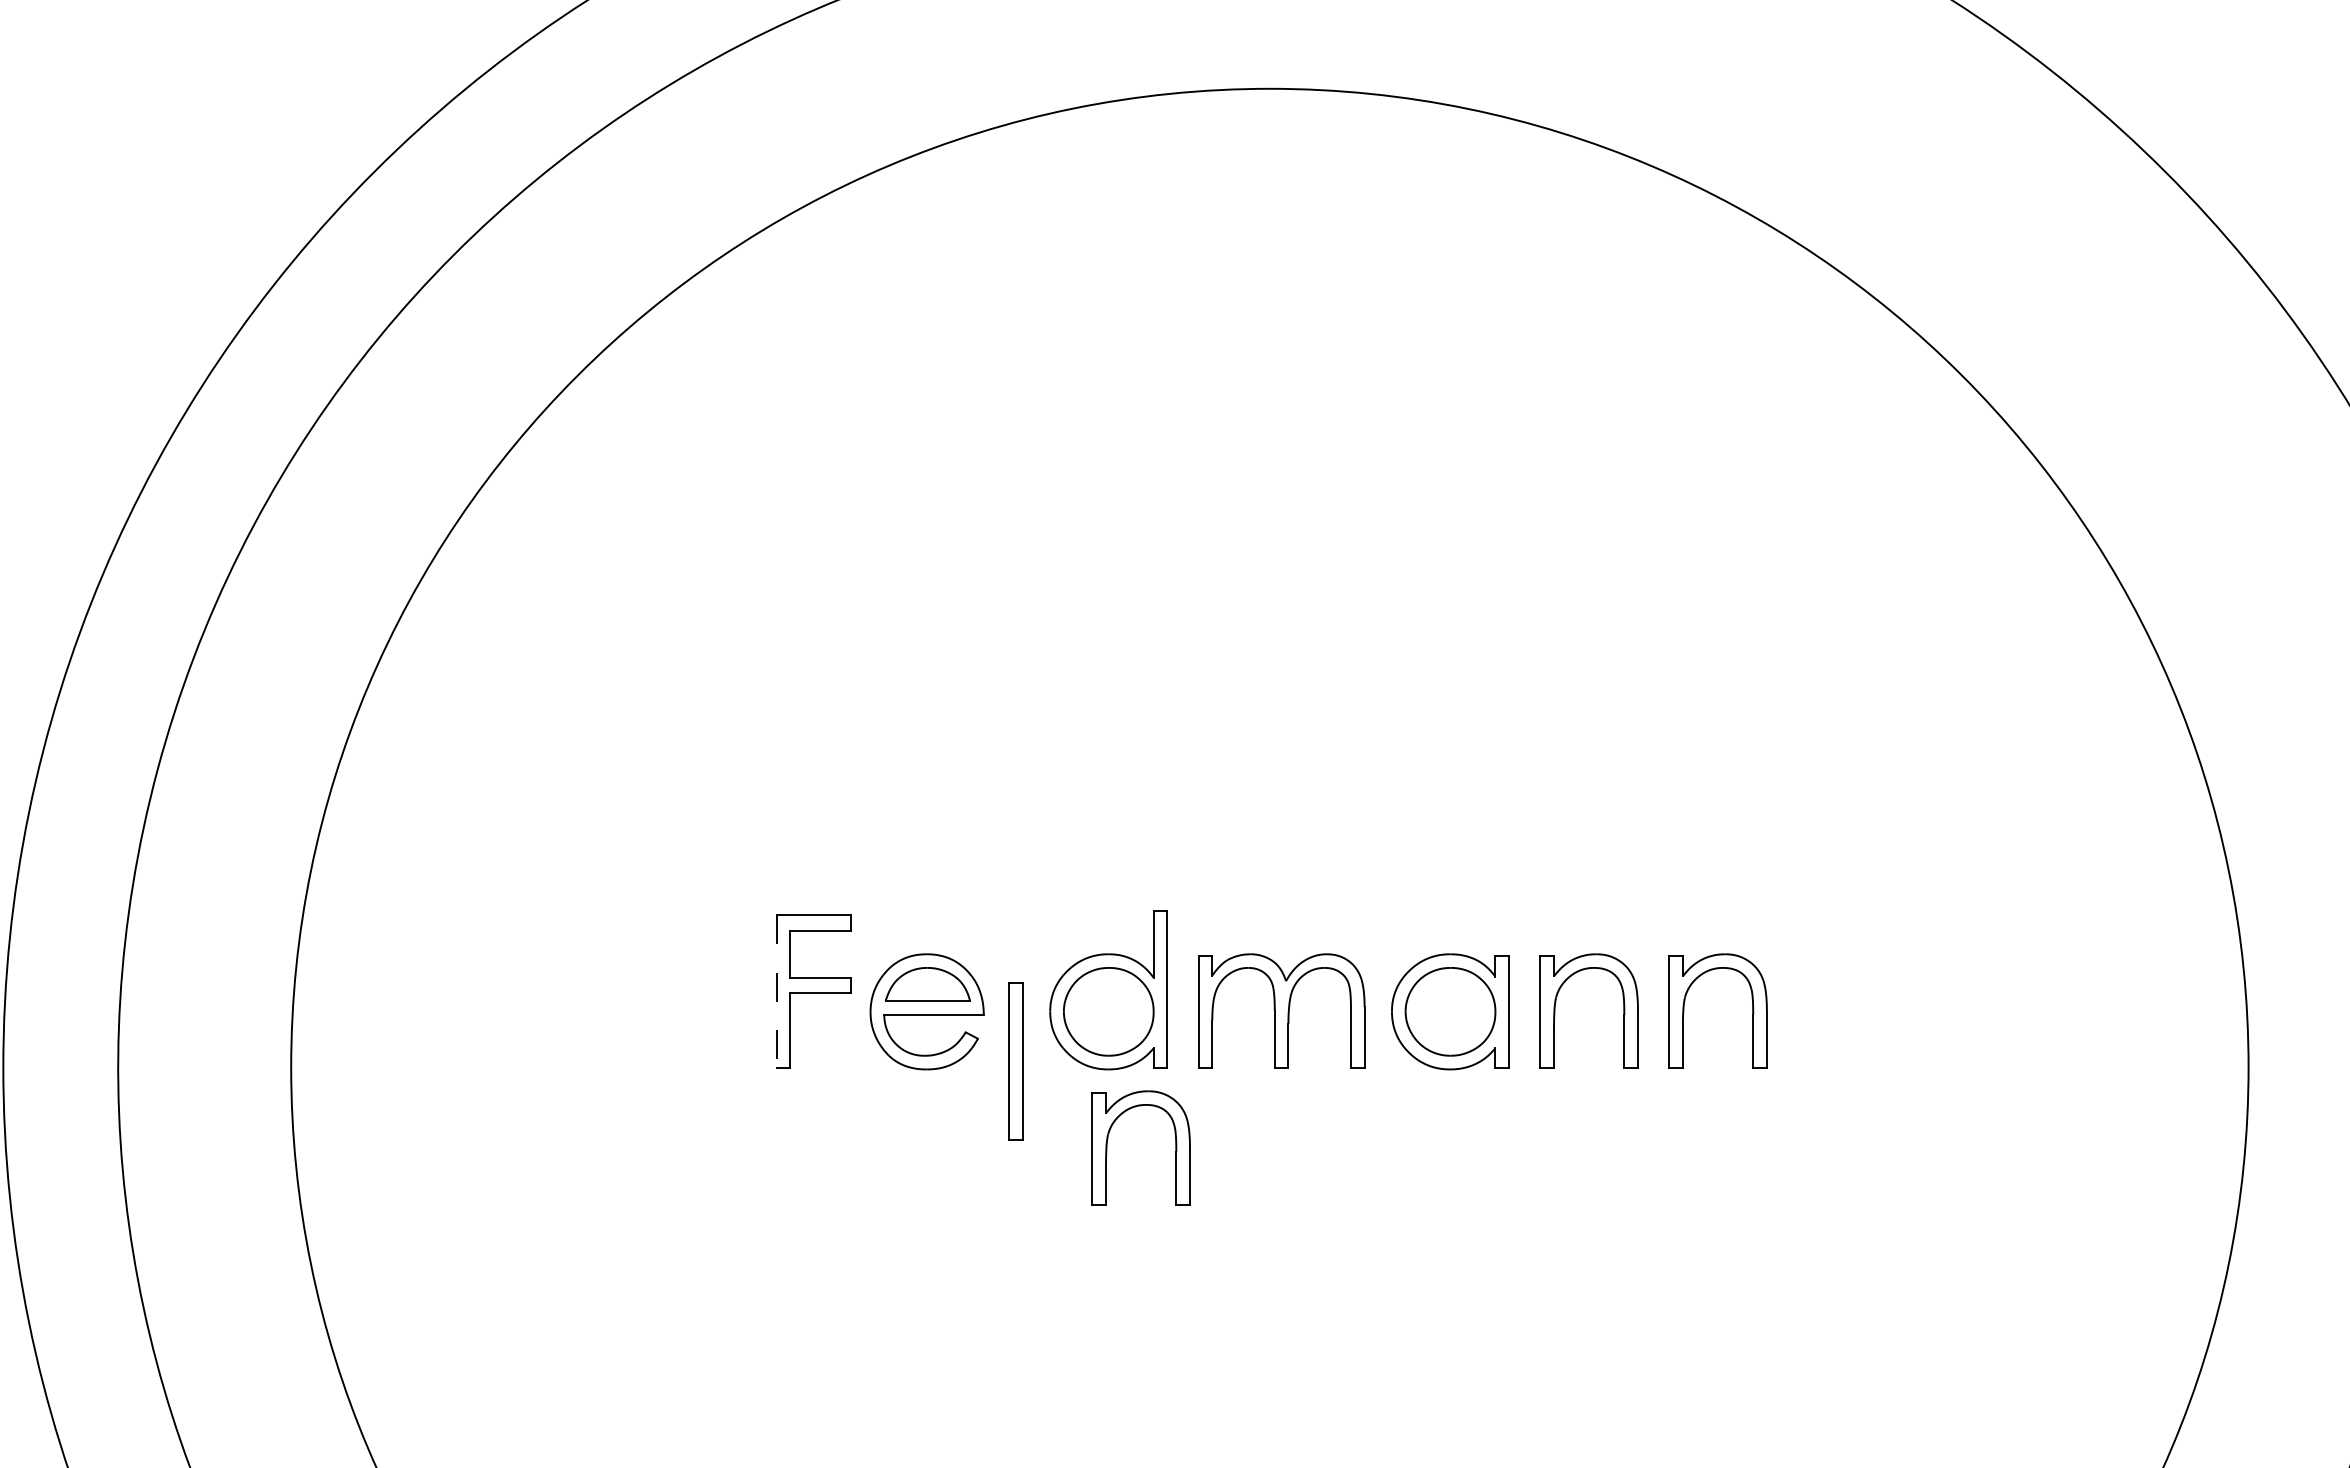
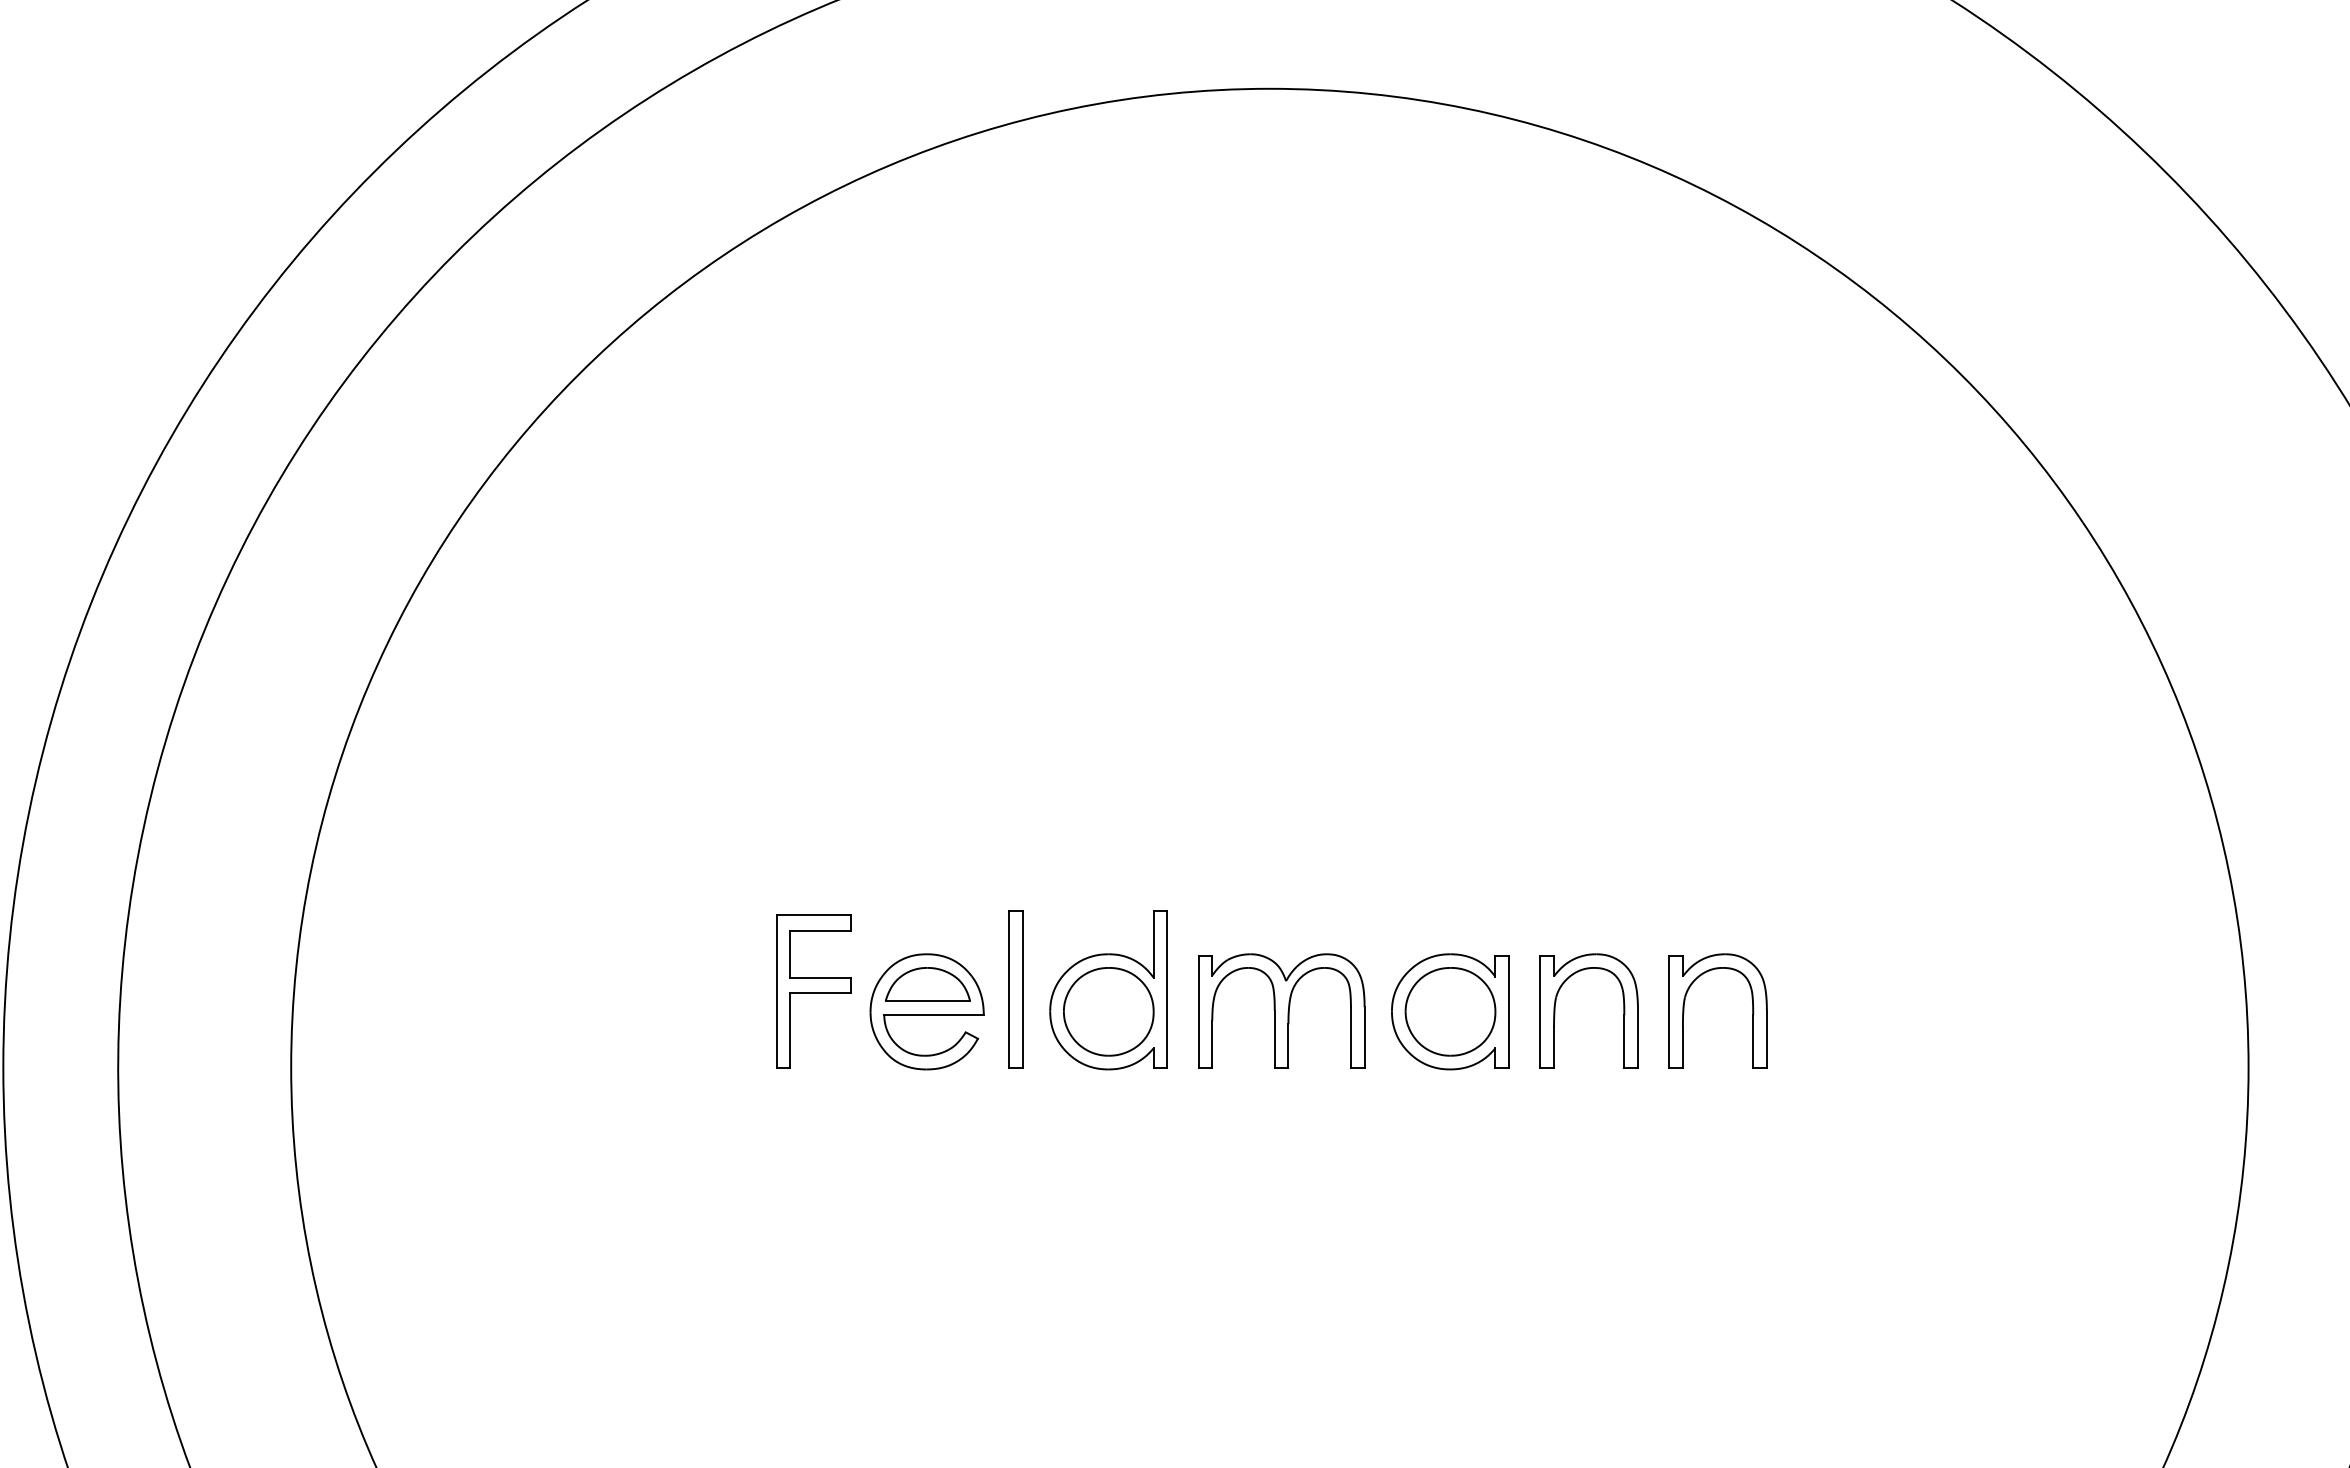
line at (776, 991): dashed -> solid
part at (1015, 1061) position: (1015, 1061) -> (1015, 989)
part at (1108, 1139): present -> none
